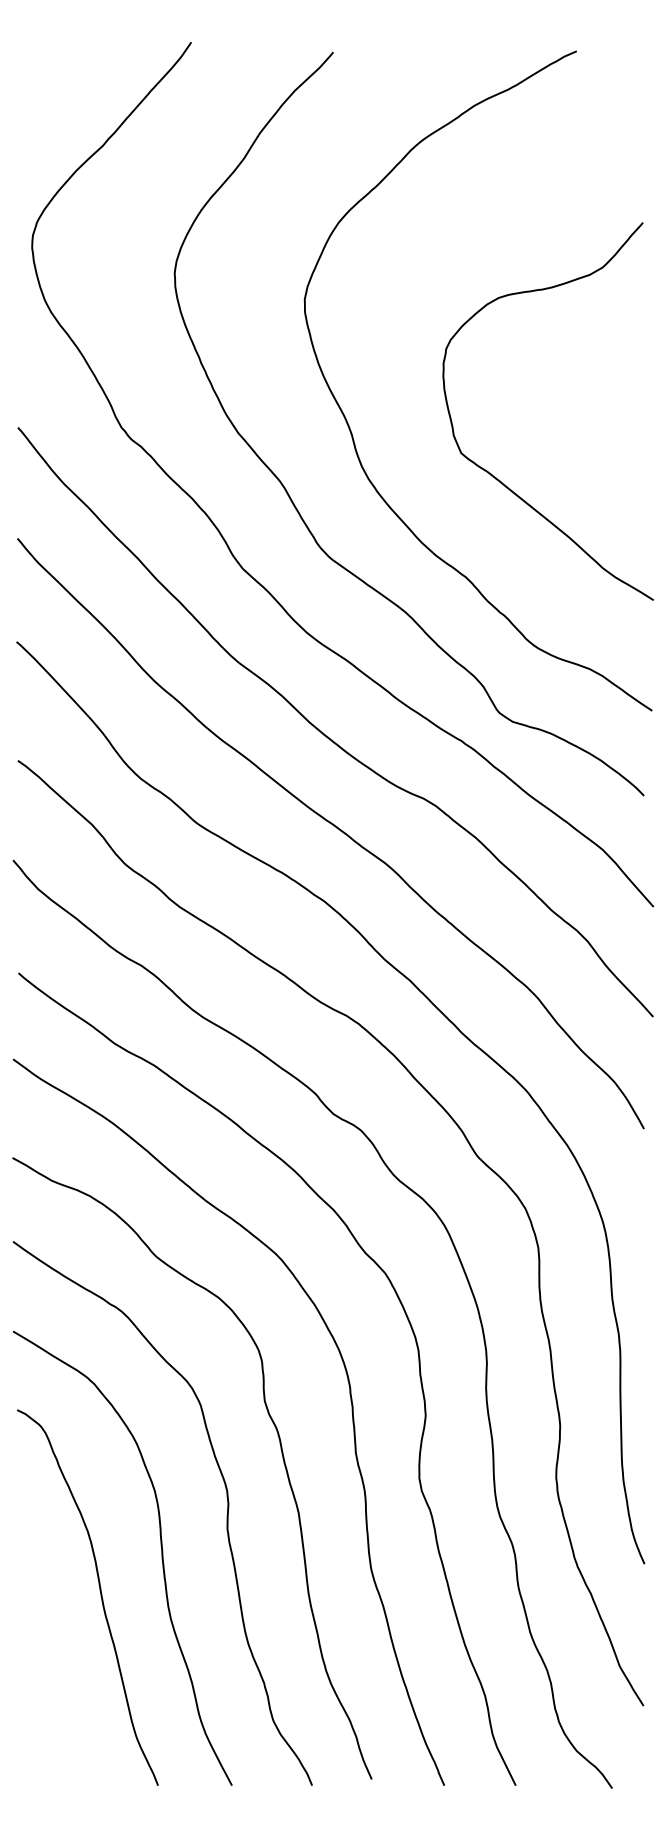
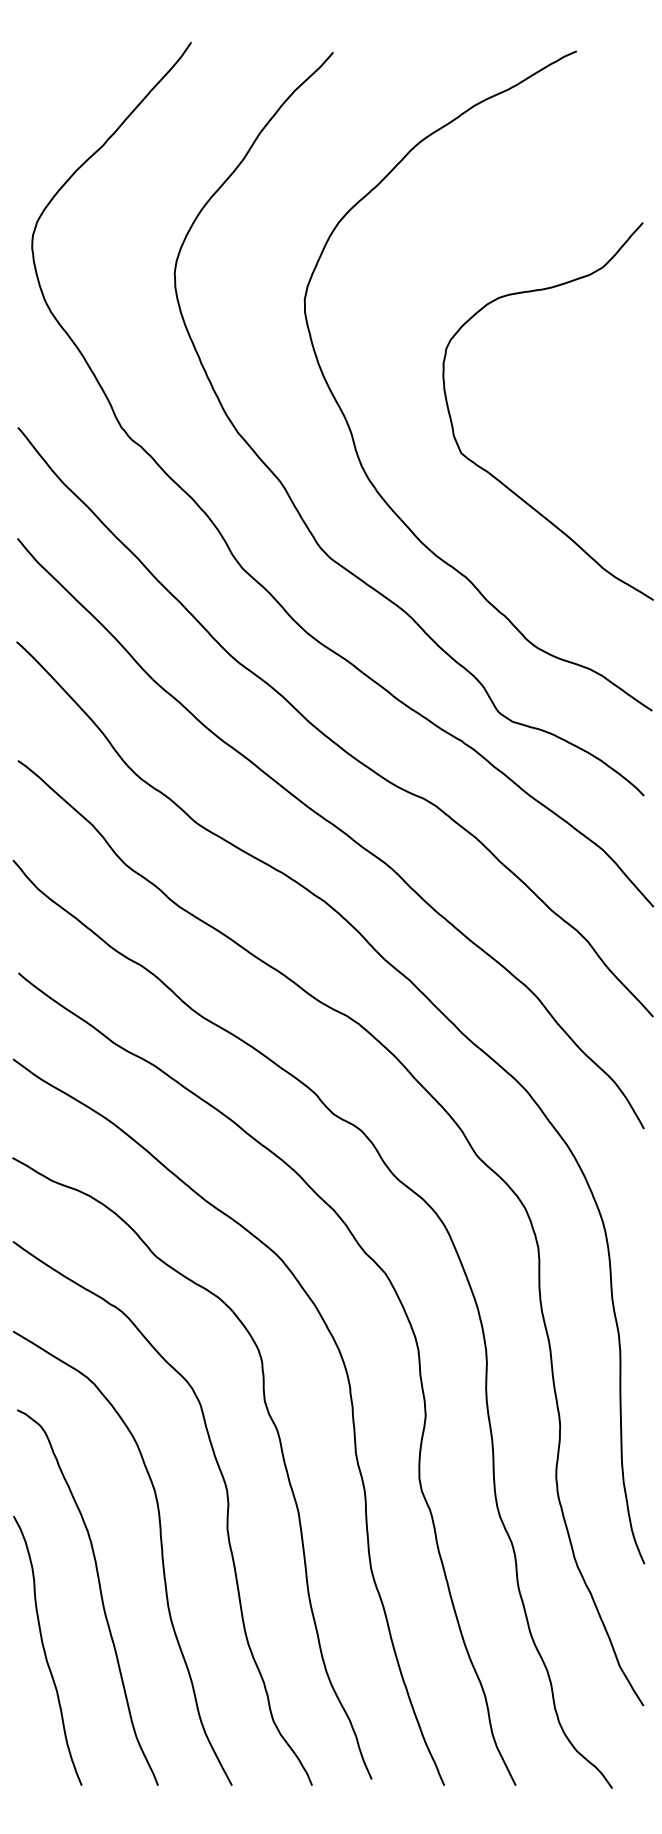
curve at (45, 1650): none -> present
